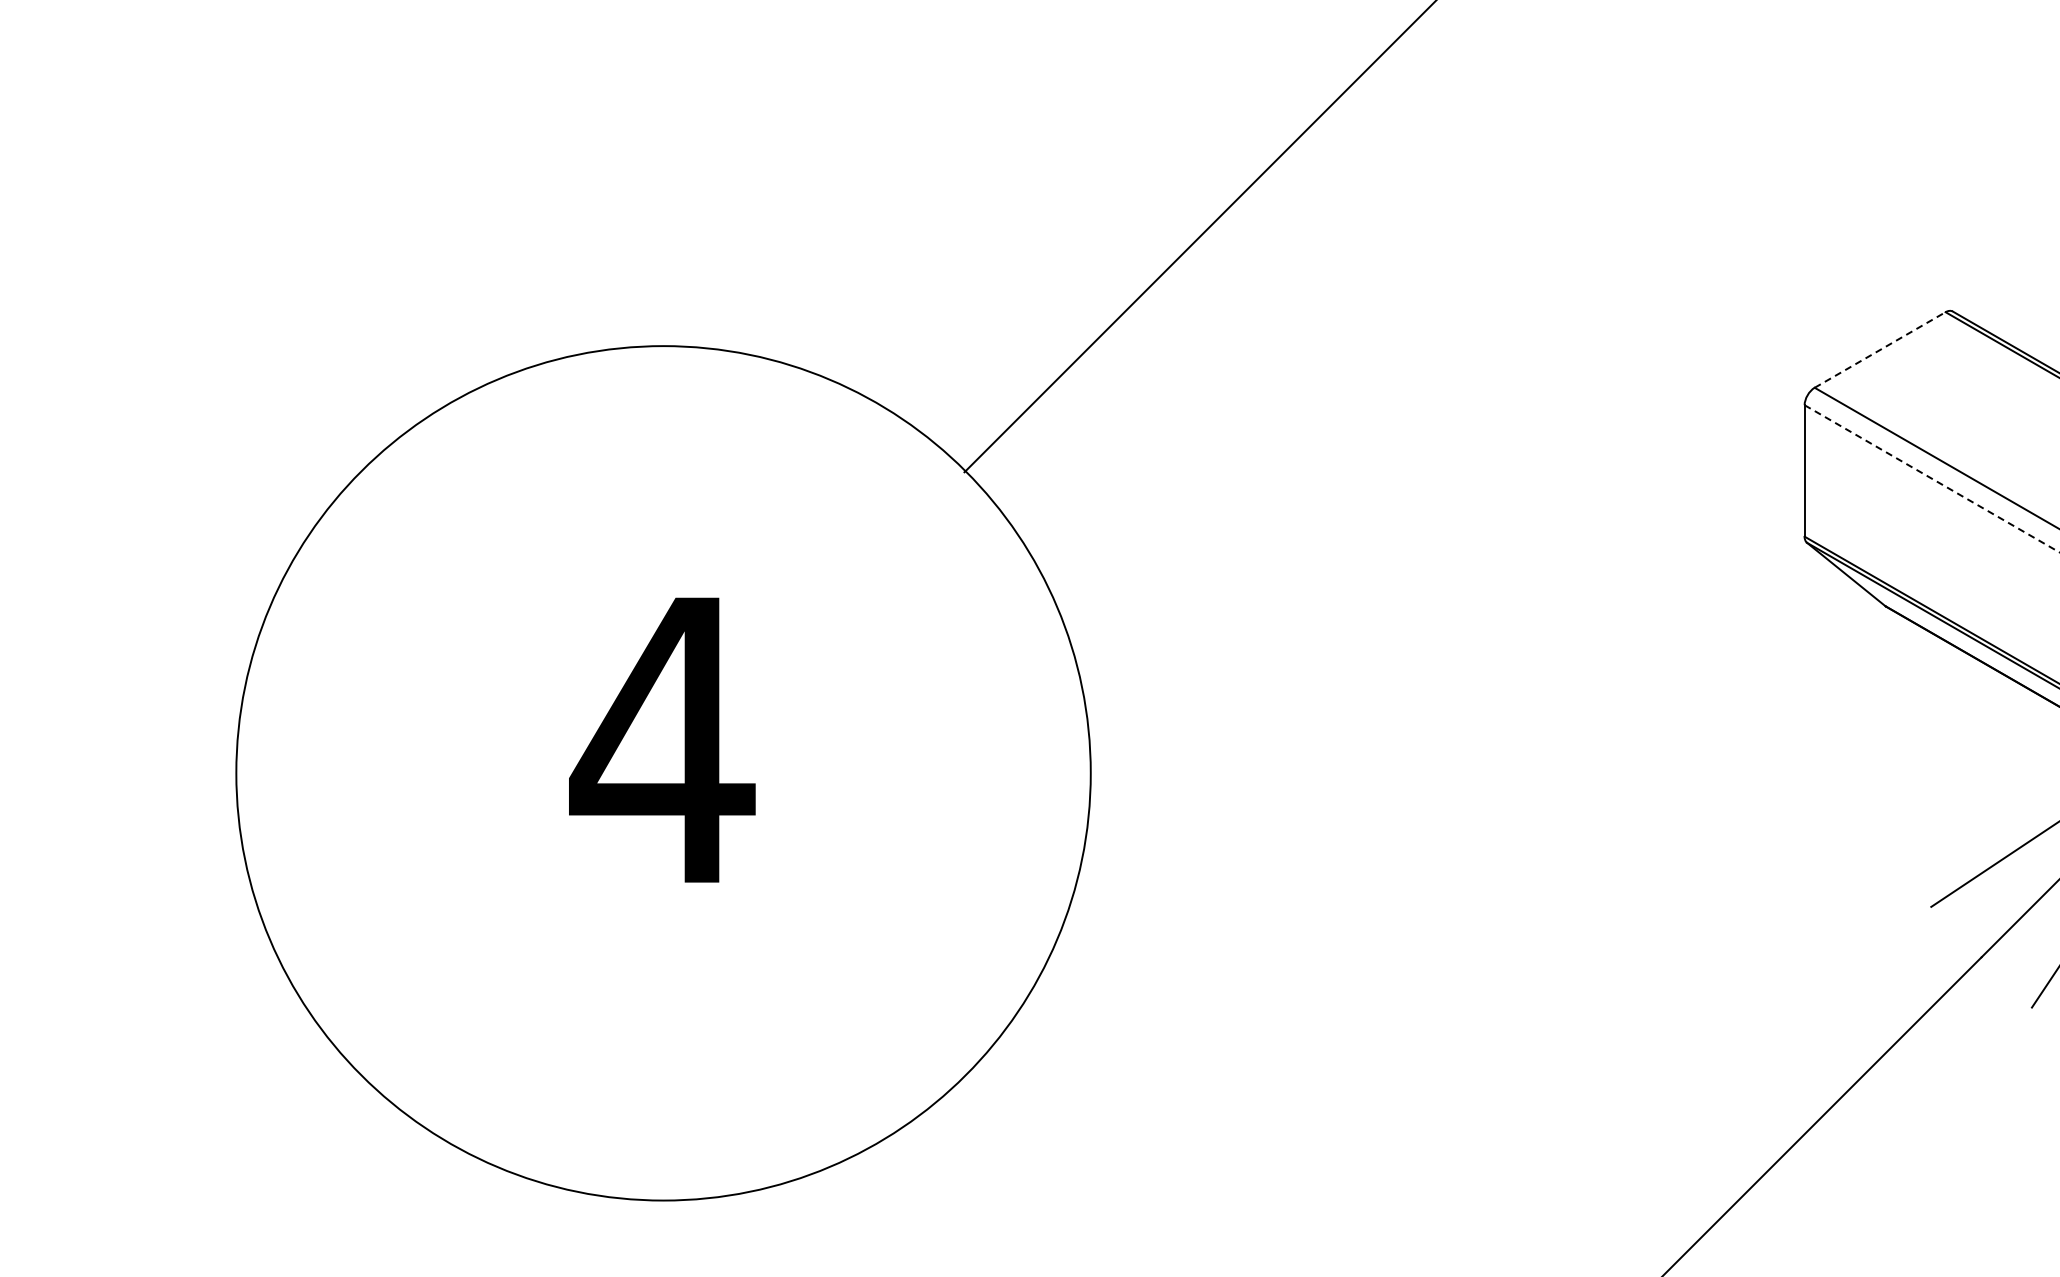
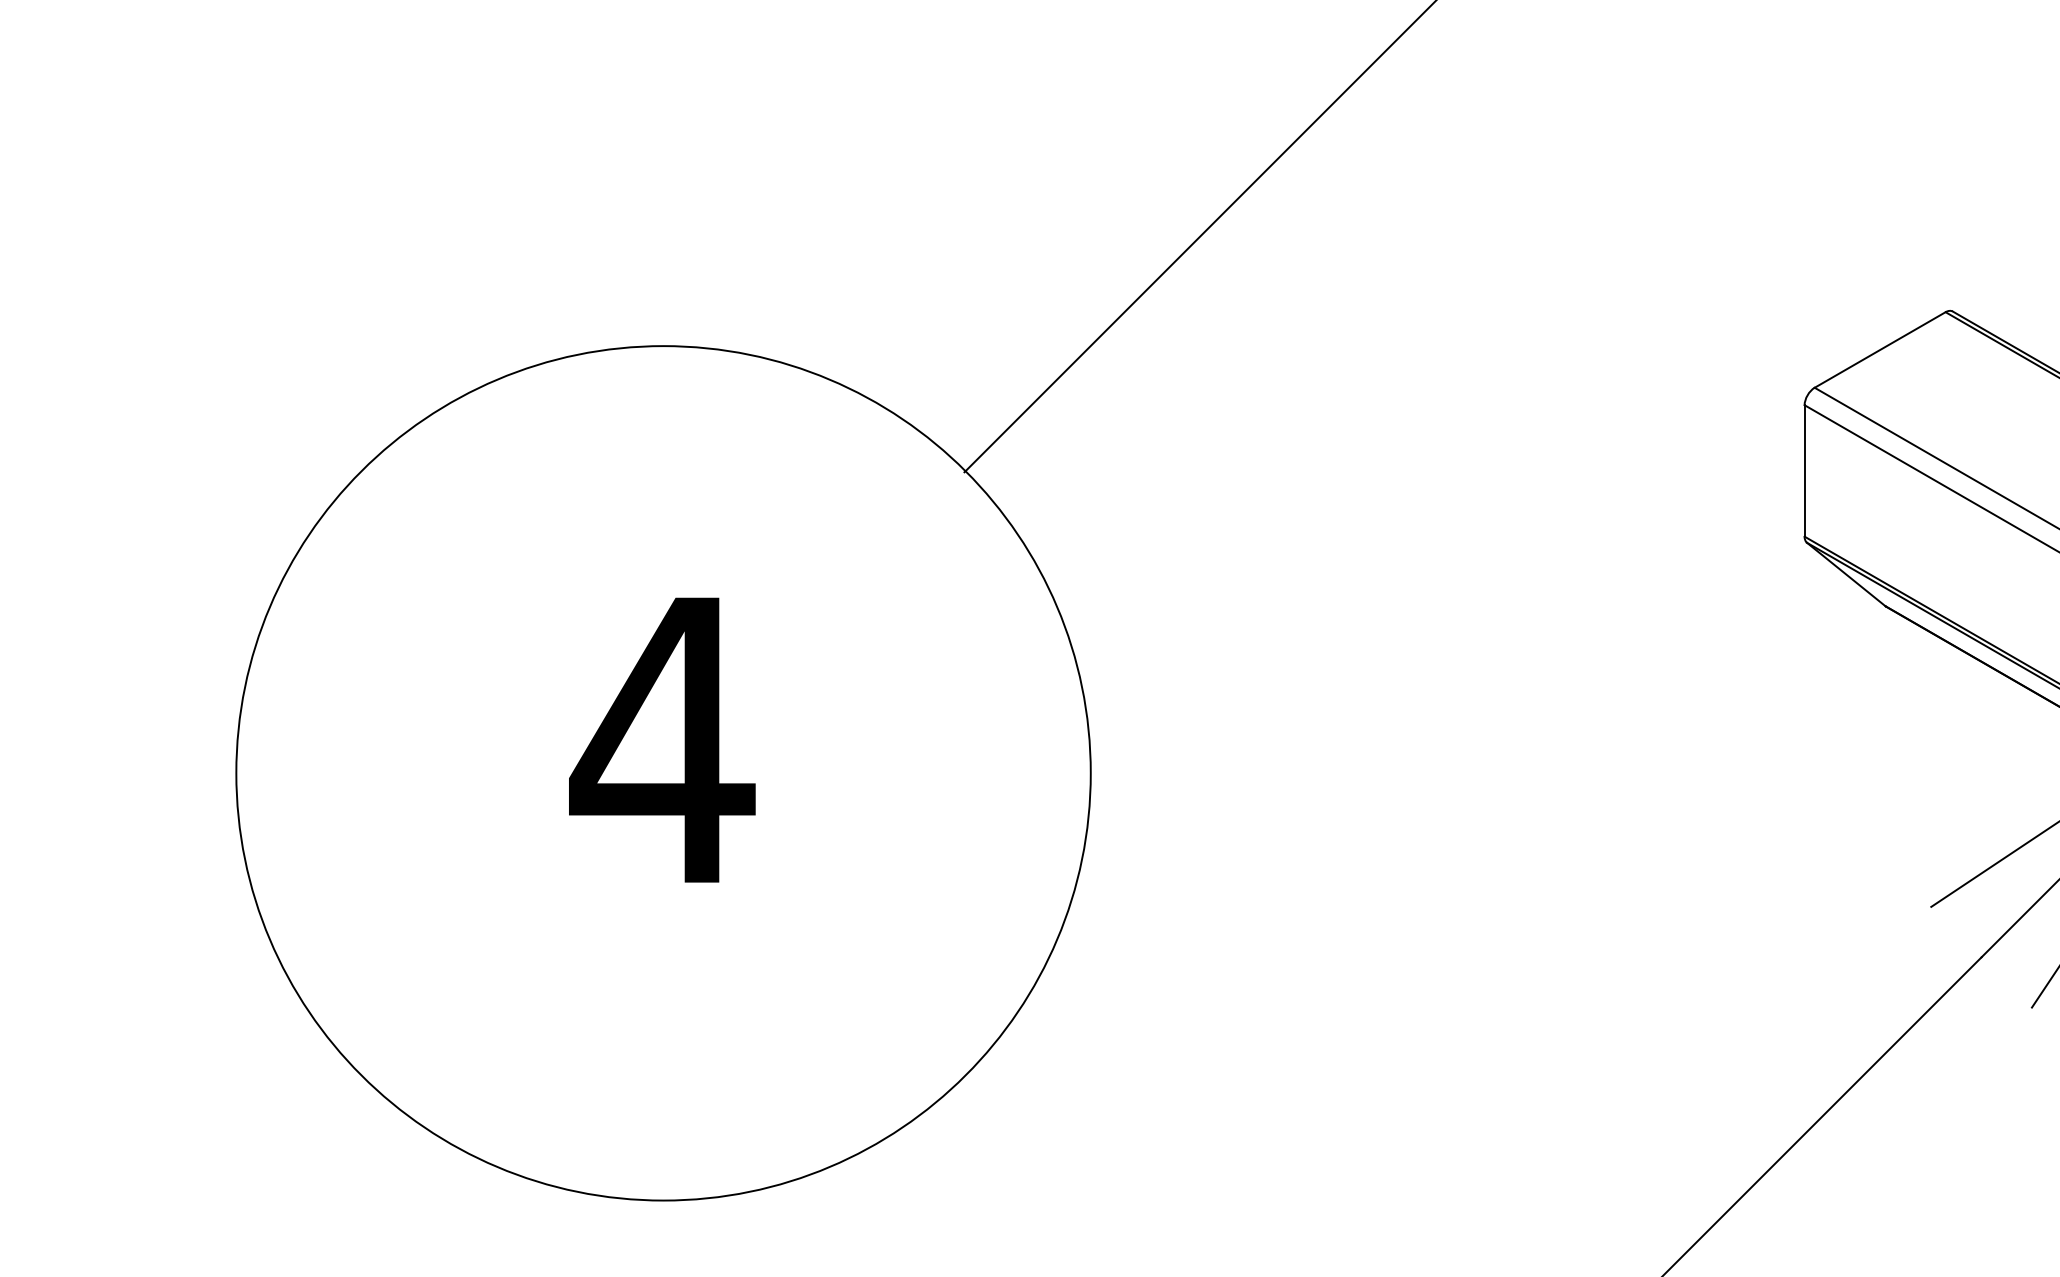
line at (1880, 349): dashed -> solid
line at (1931, 478): dashed -> solid
